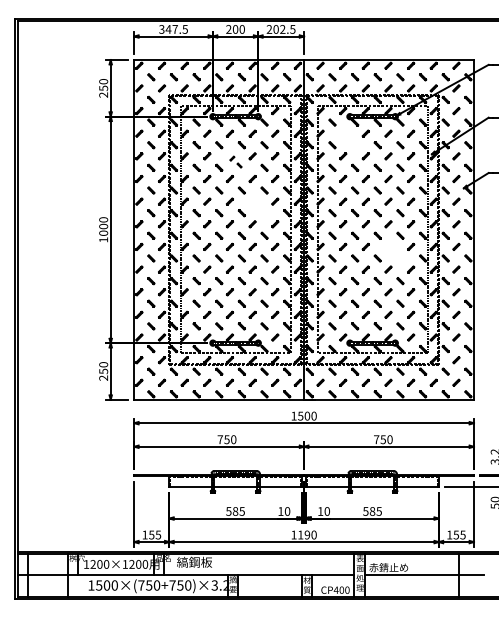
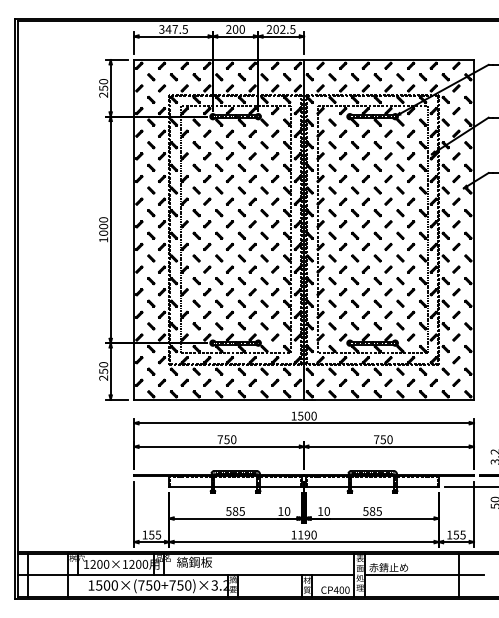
part at (349, 139): none -> present
part at (235, 161) size: 14x14 px -> 20x20 px
part at (258, 207): none -> present
part at (394, 252): none -> present
